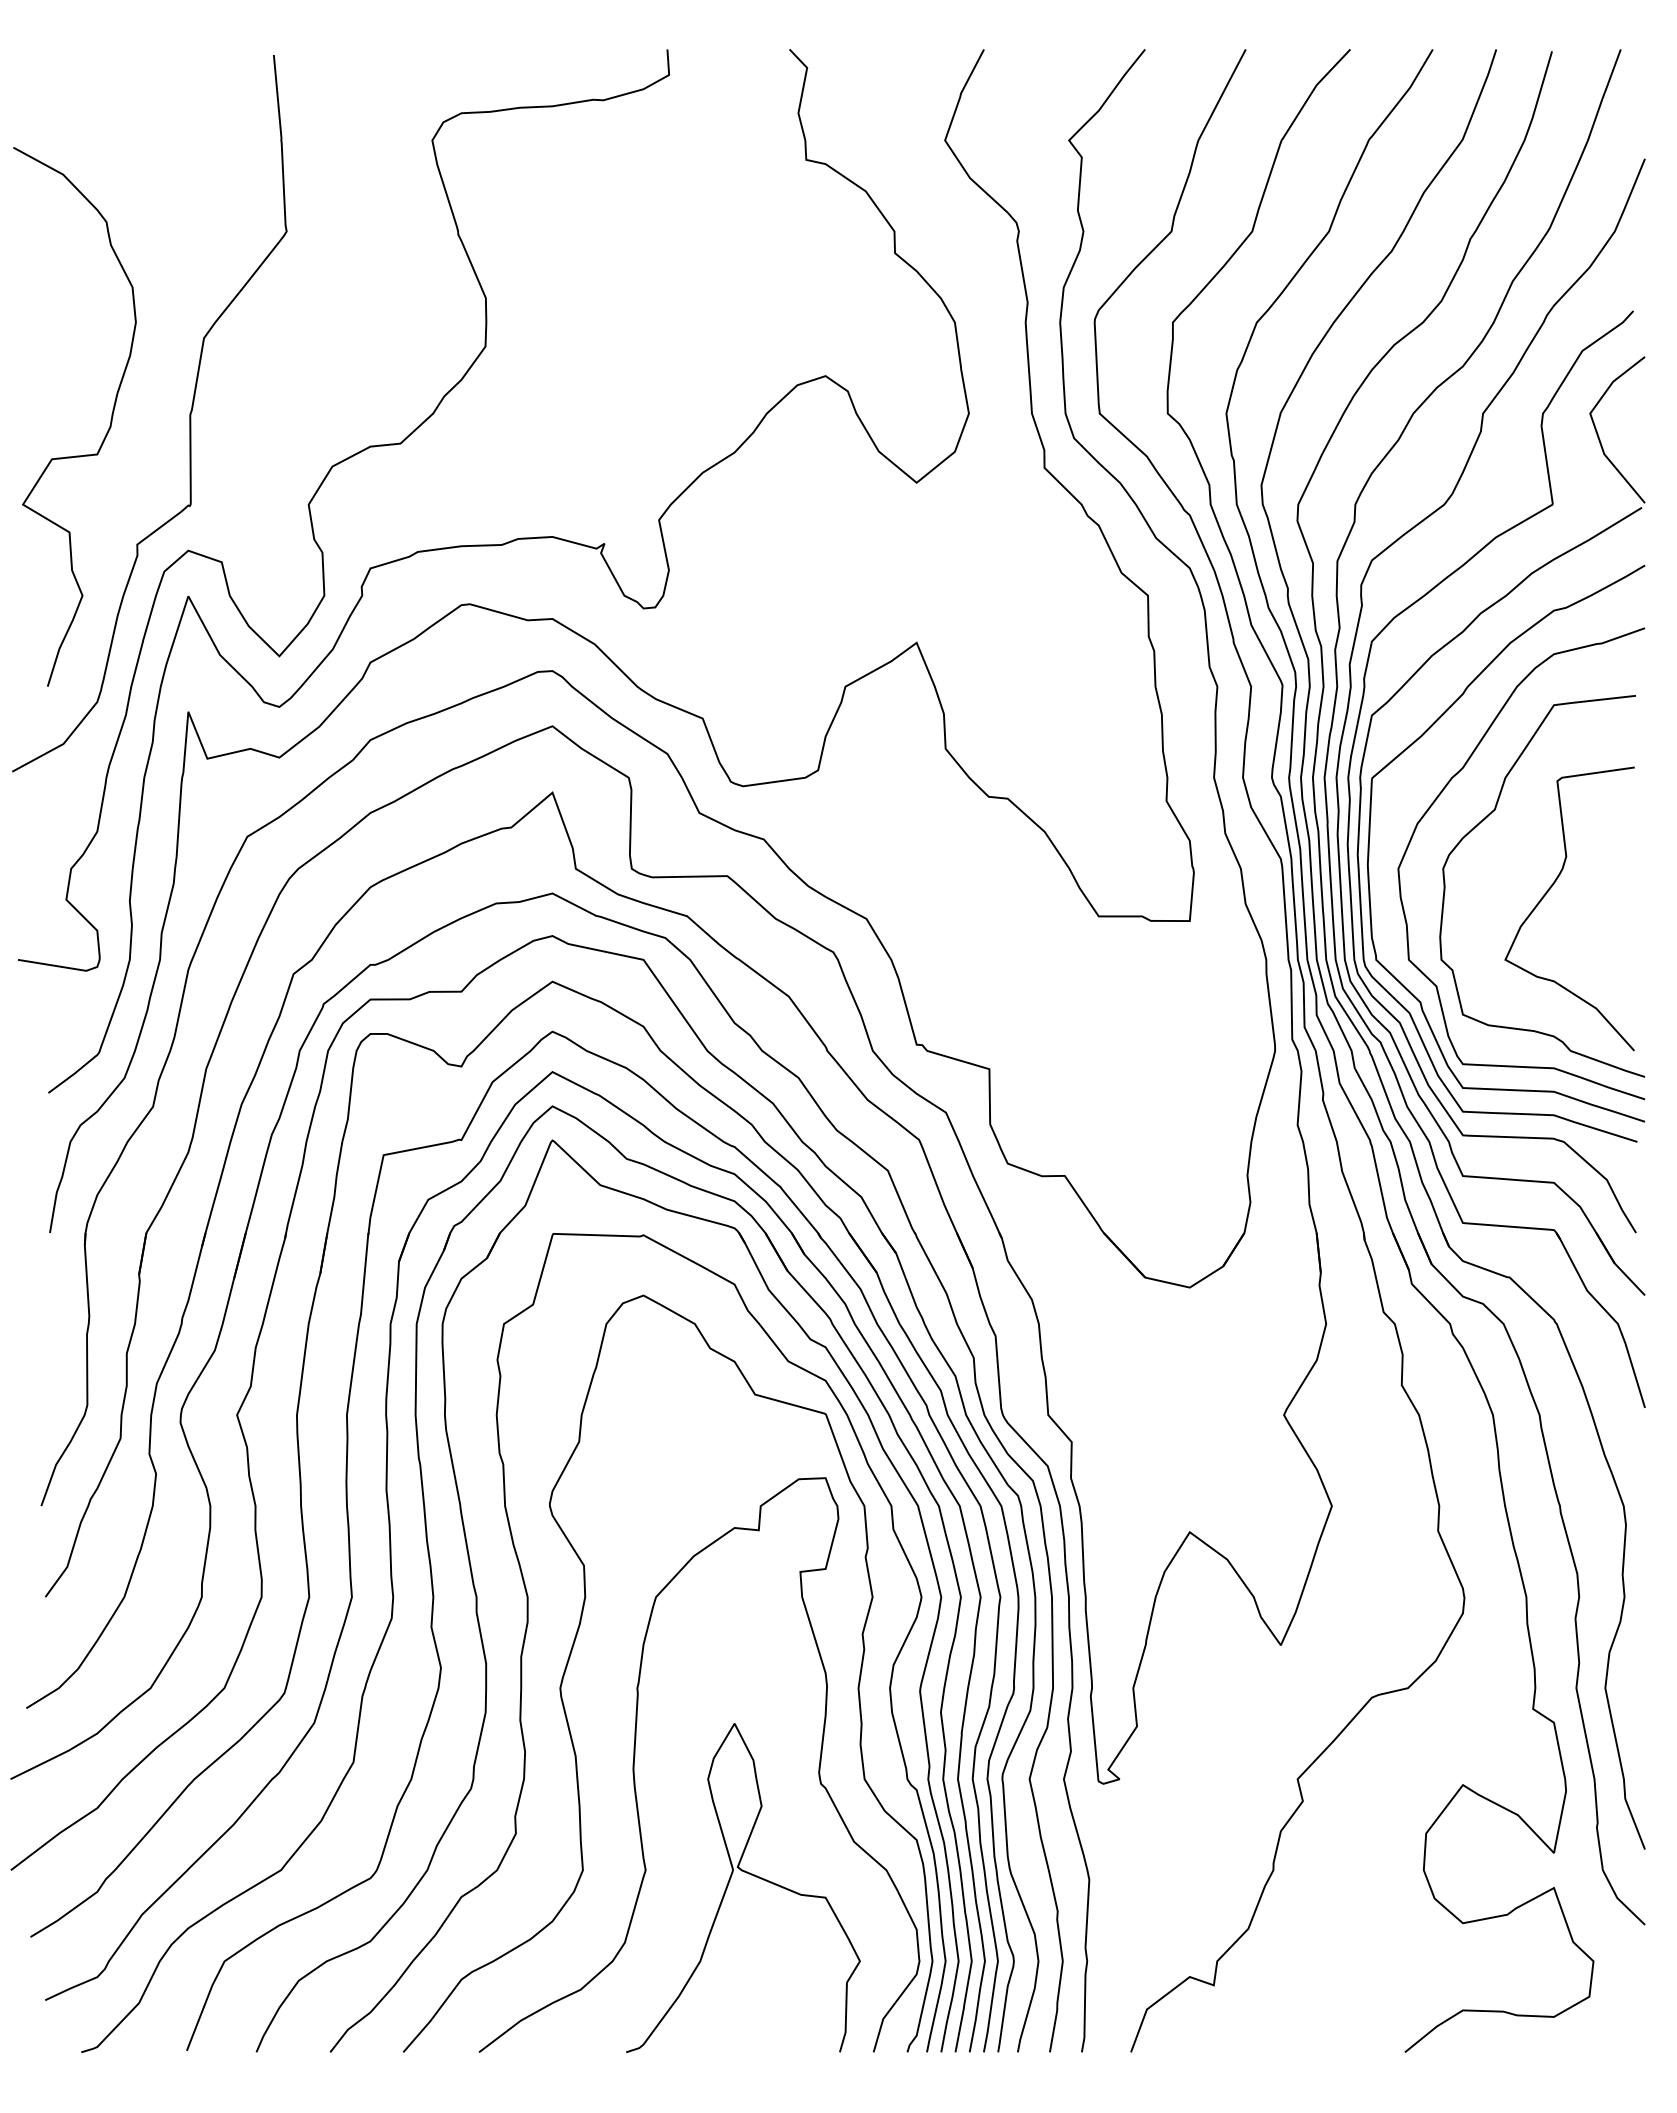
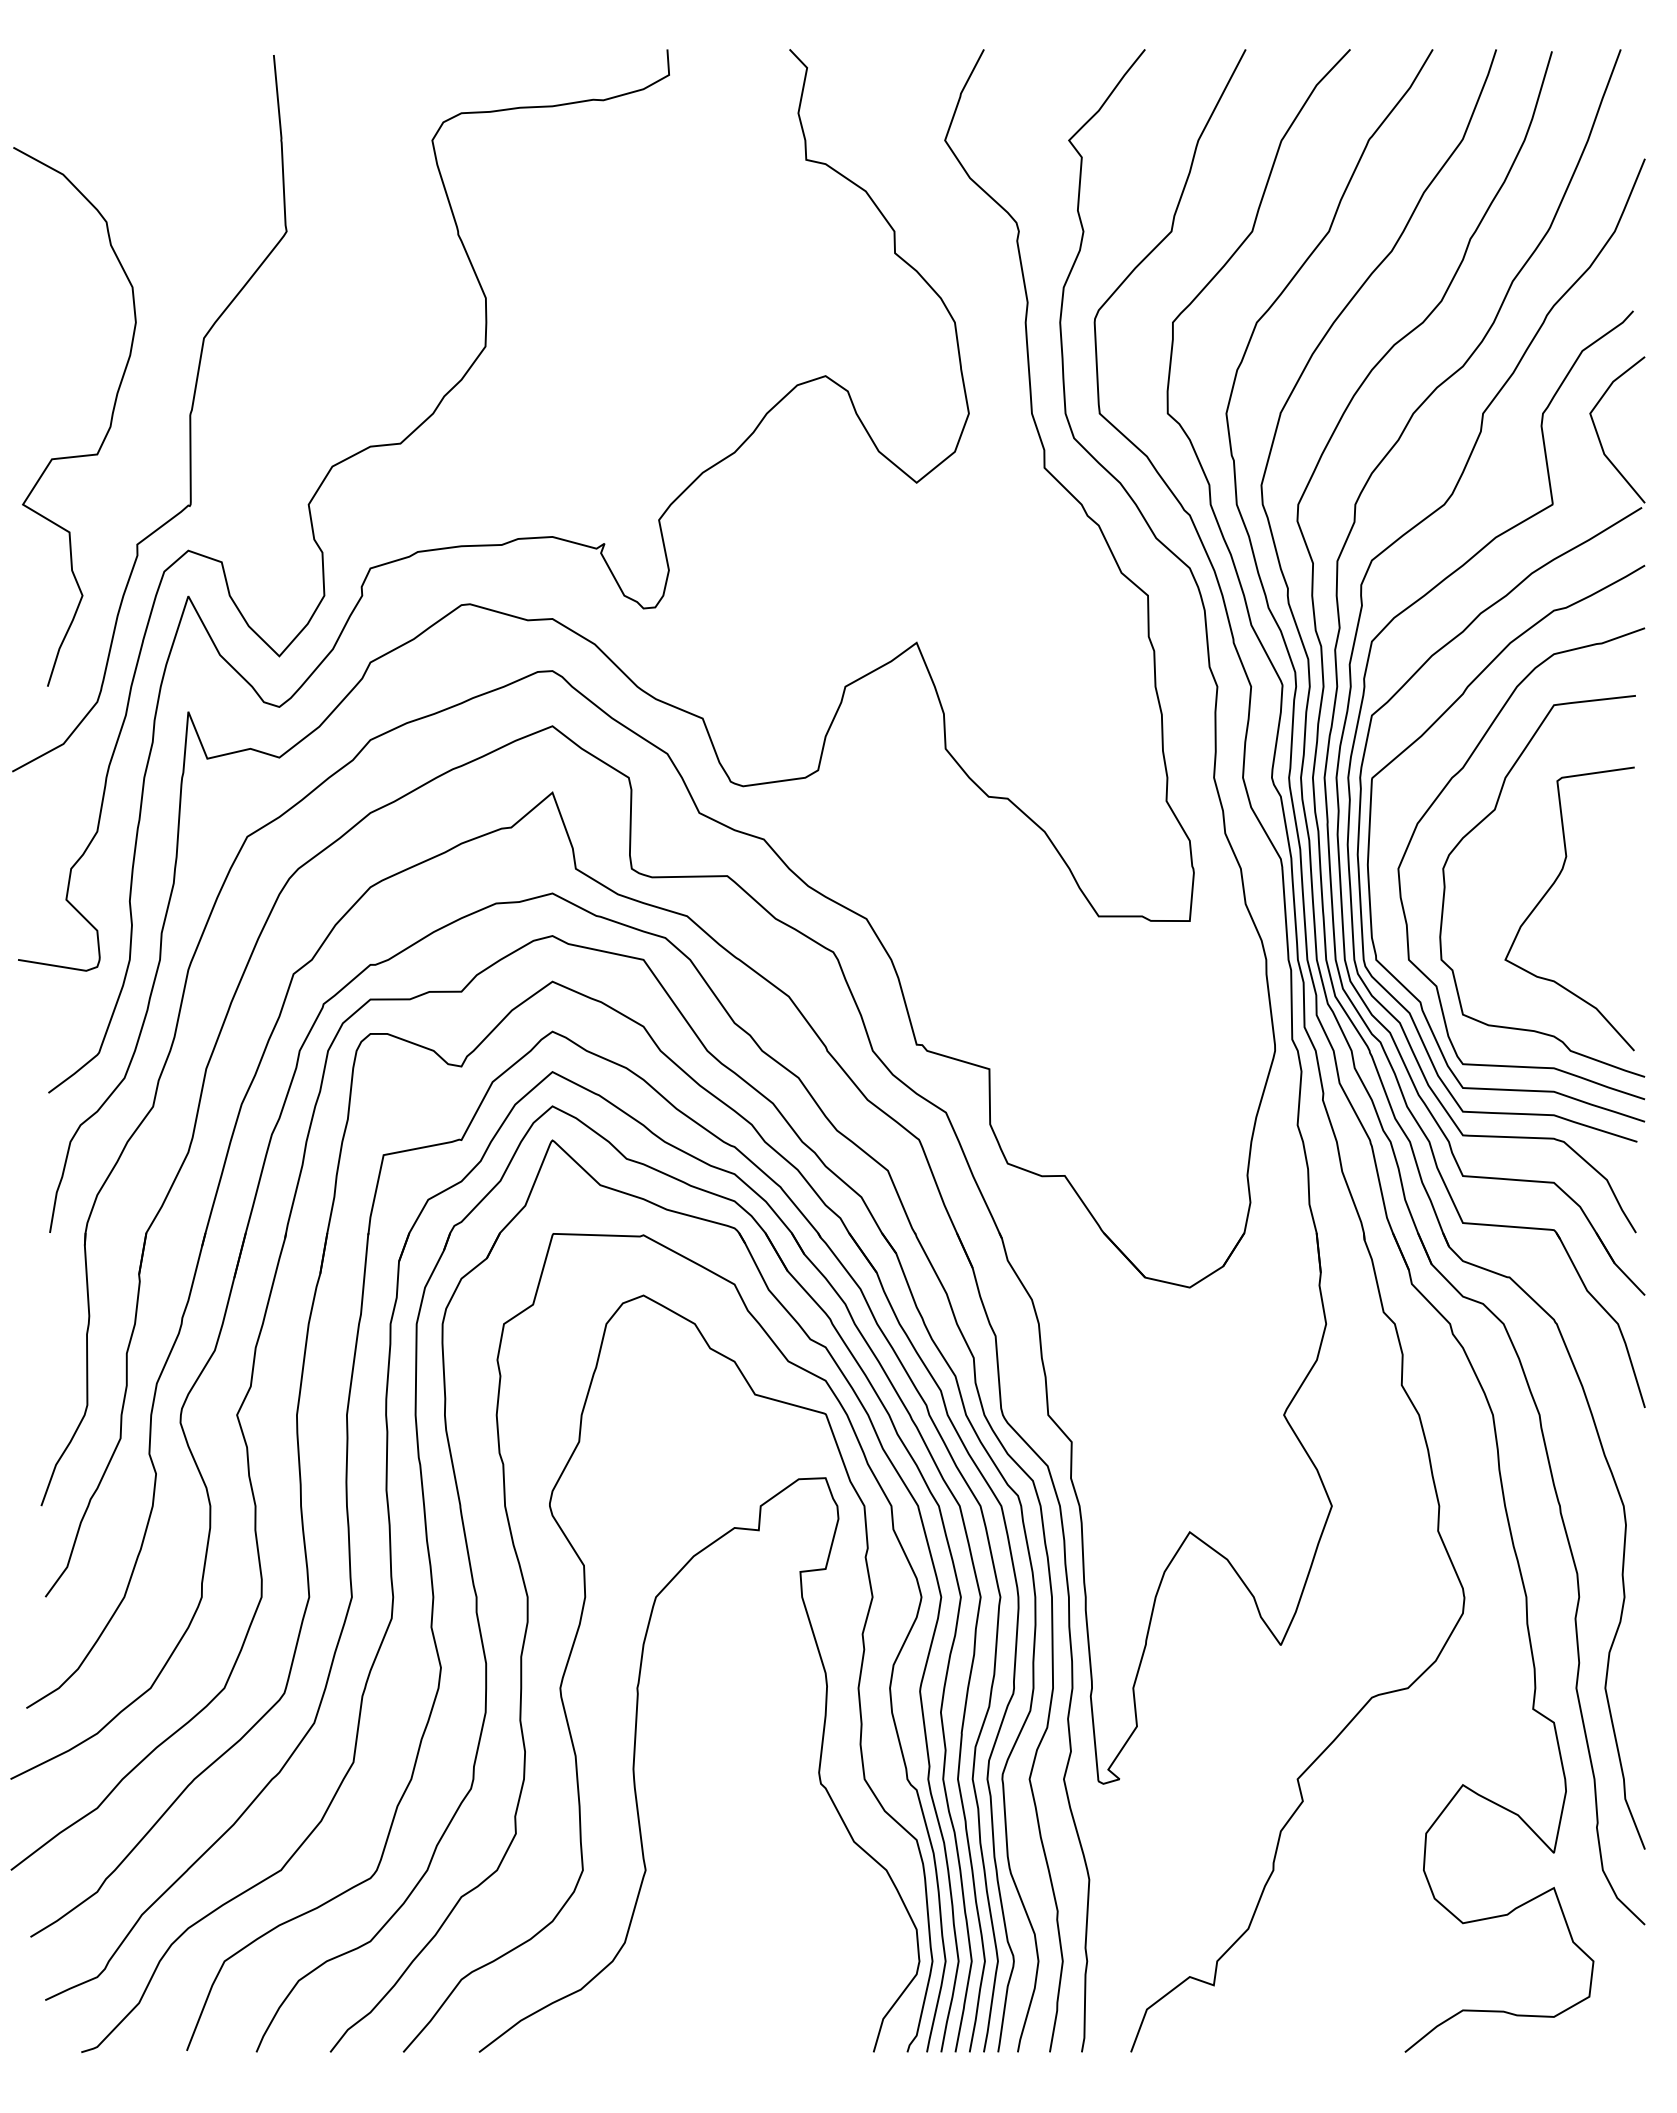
curve at (748, 1874): present -> none
